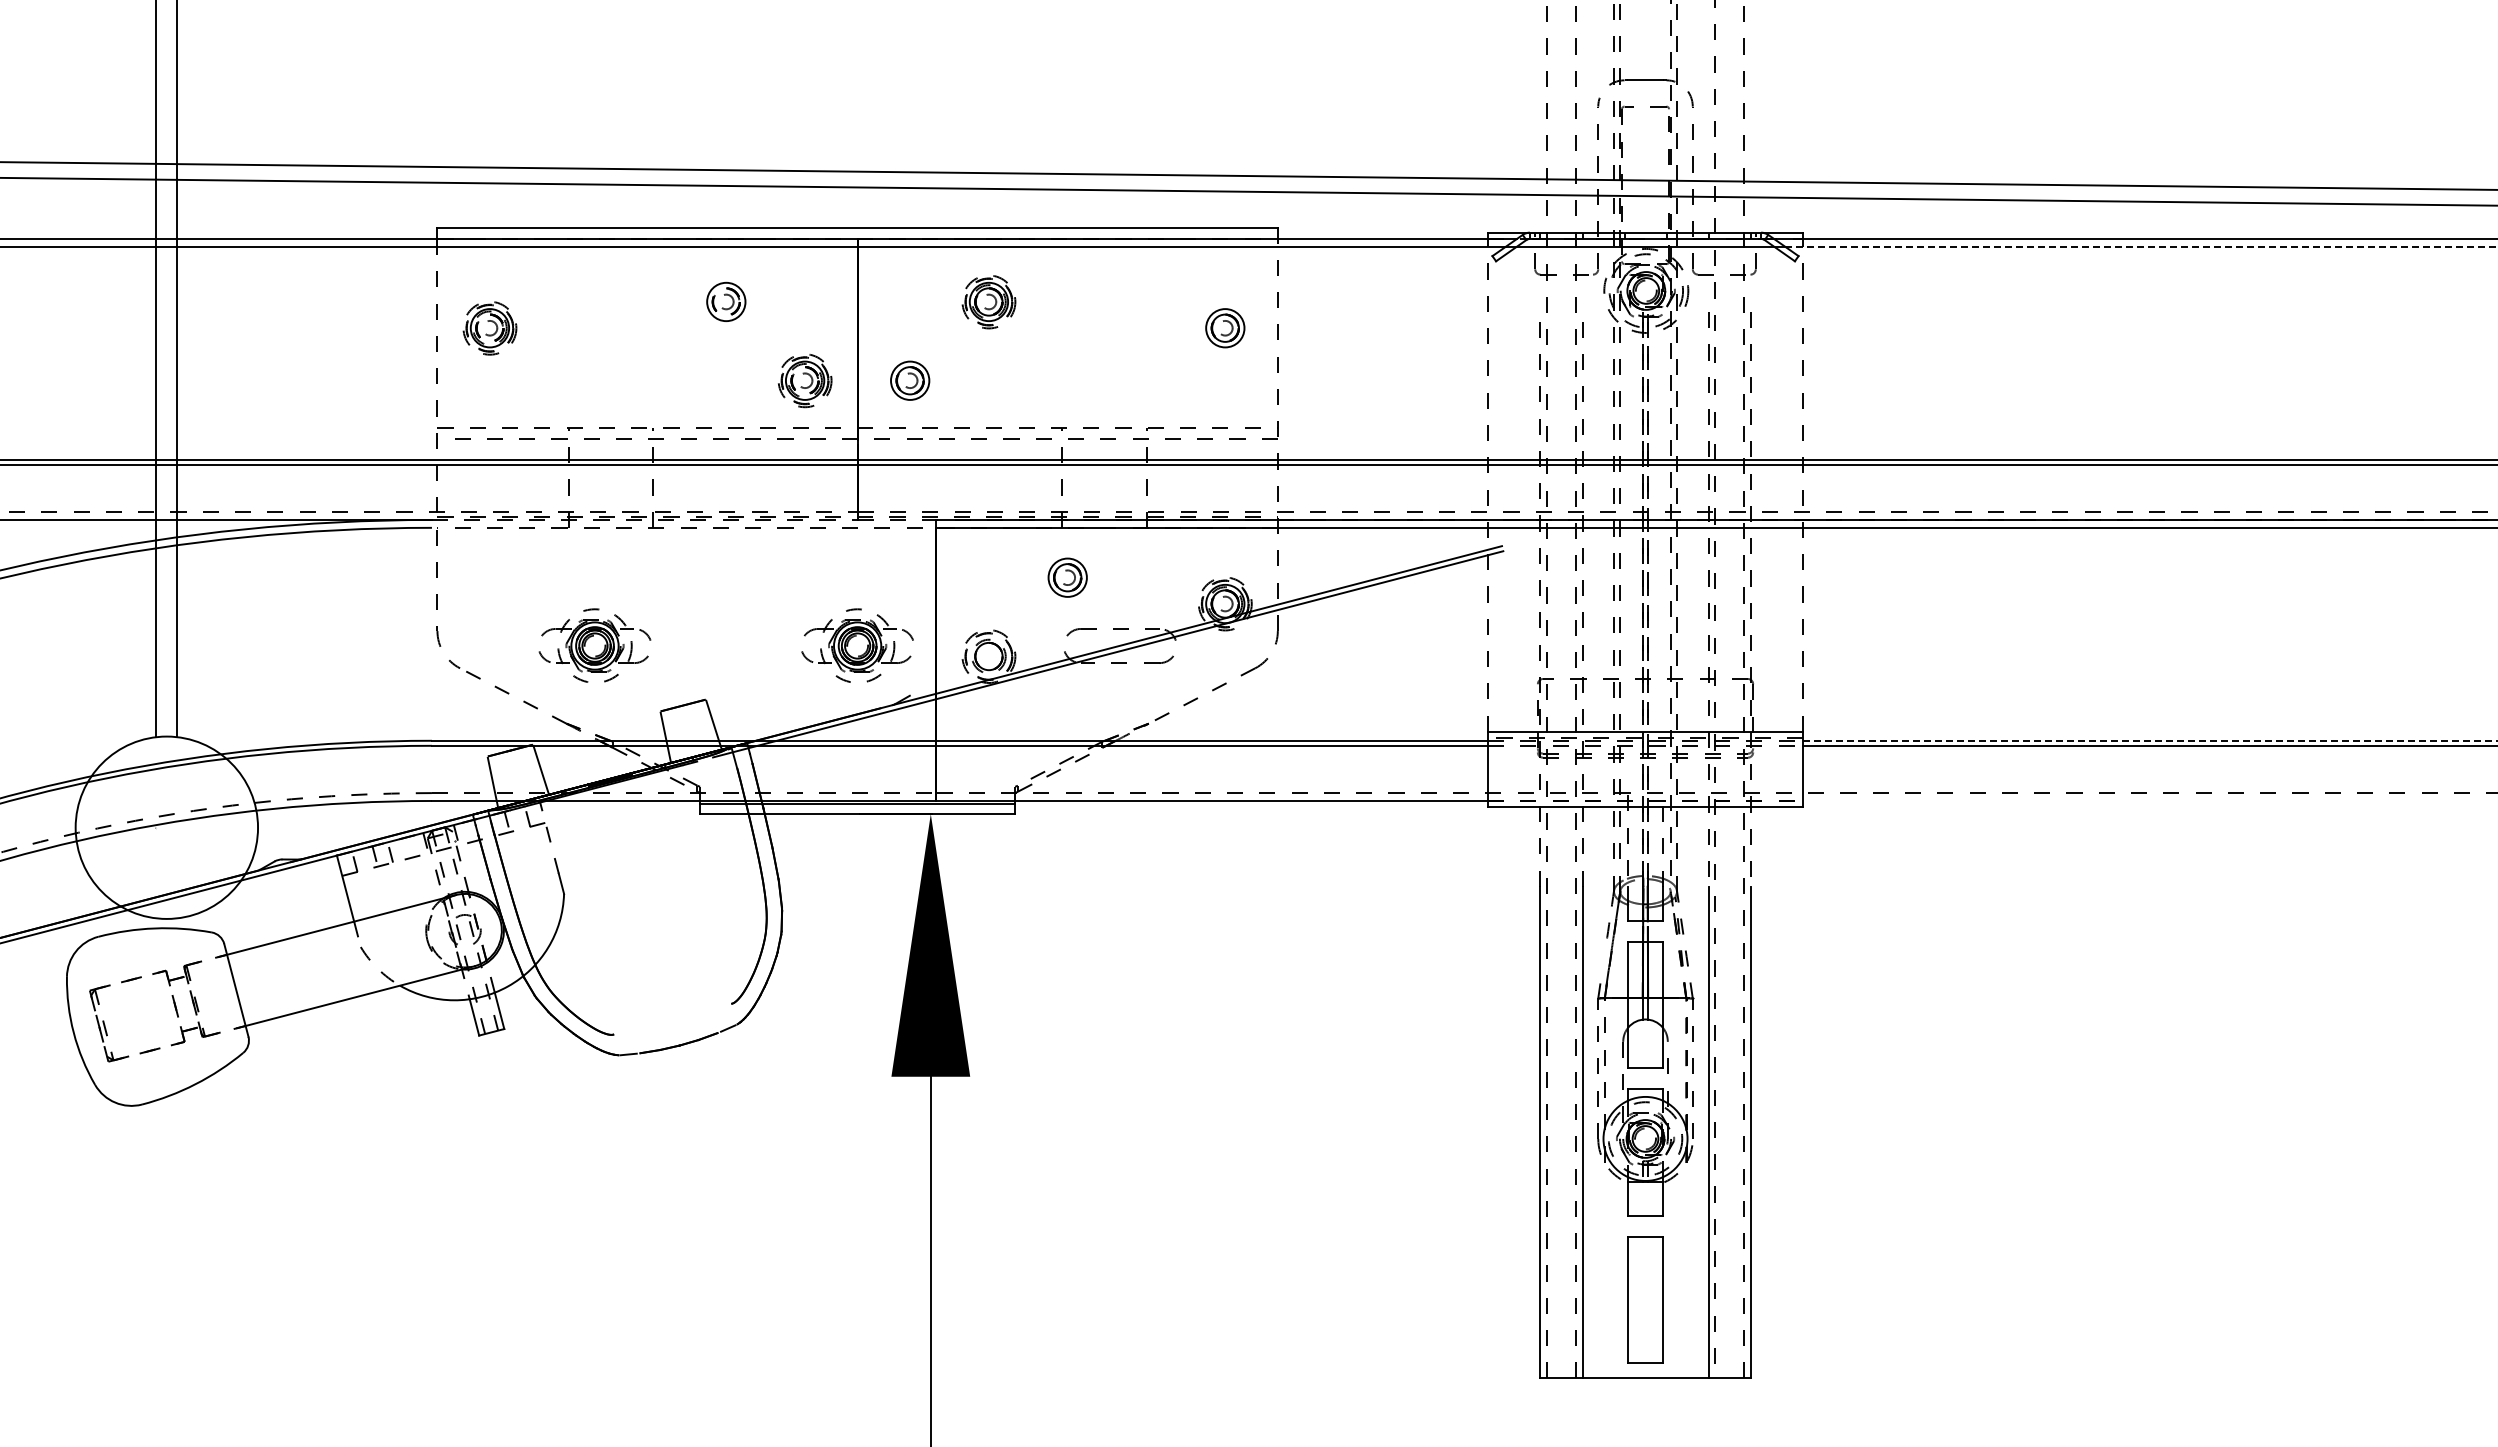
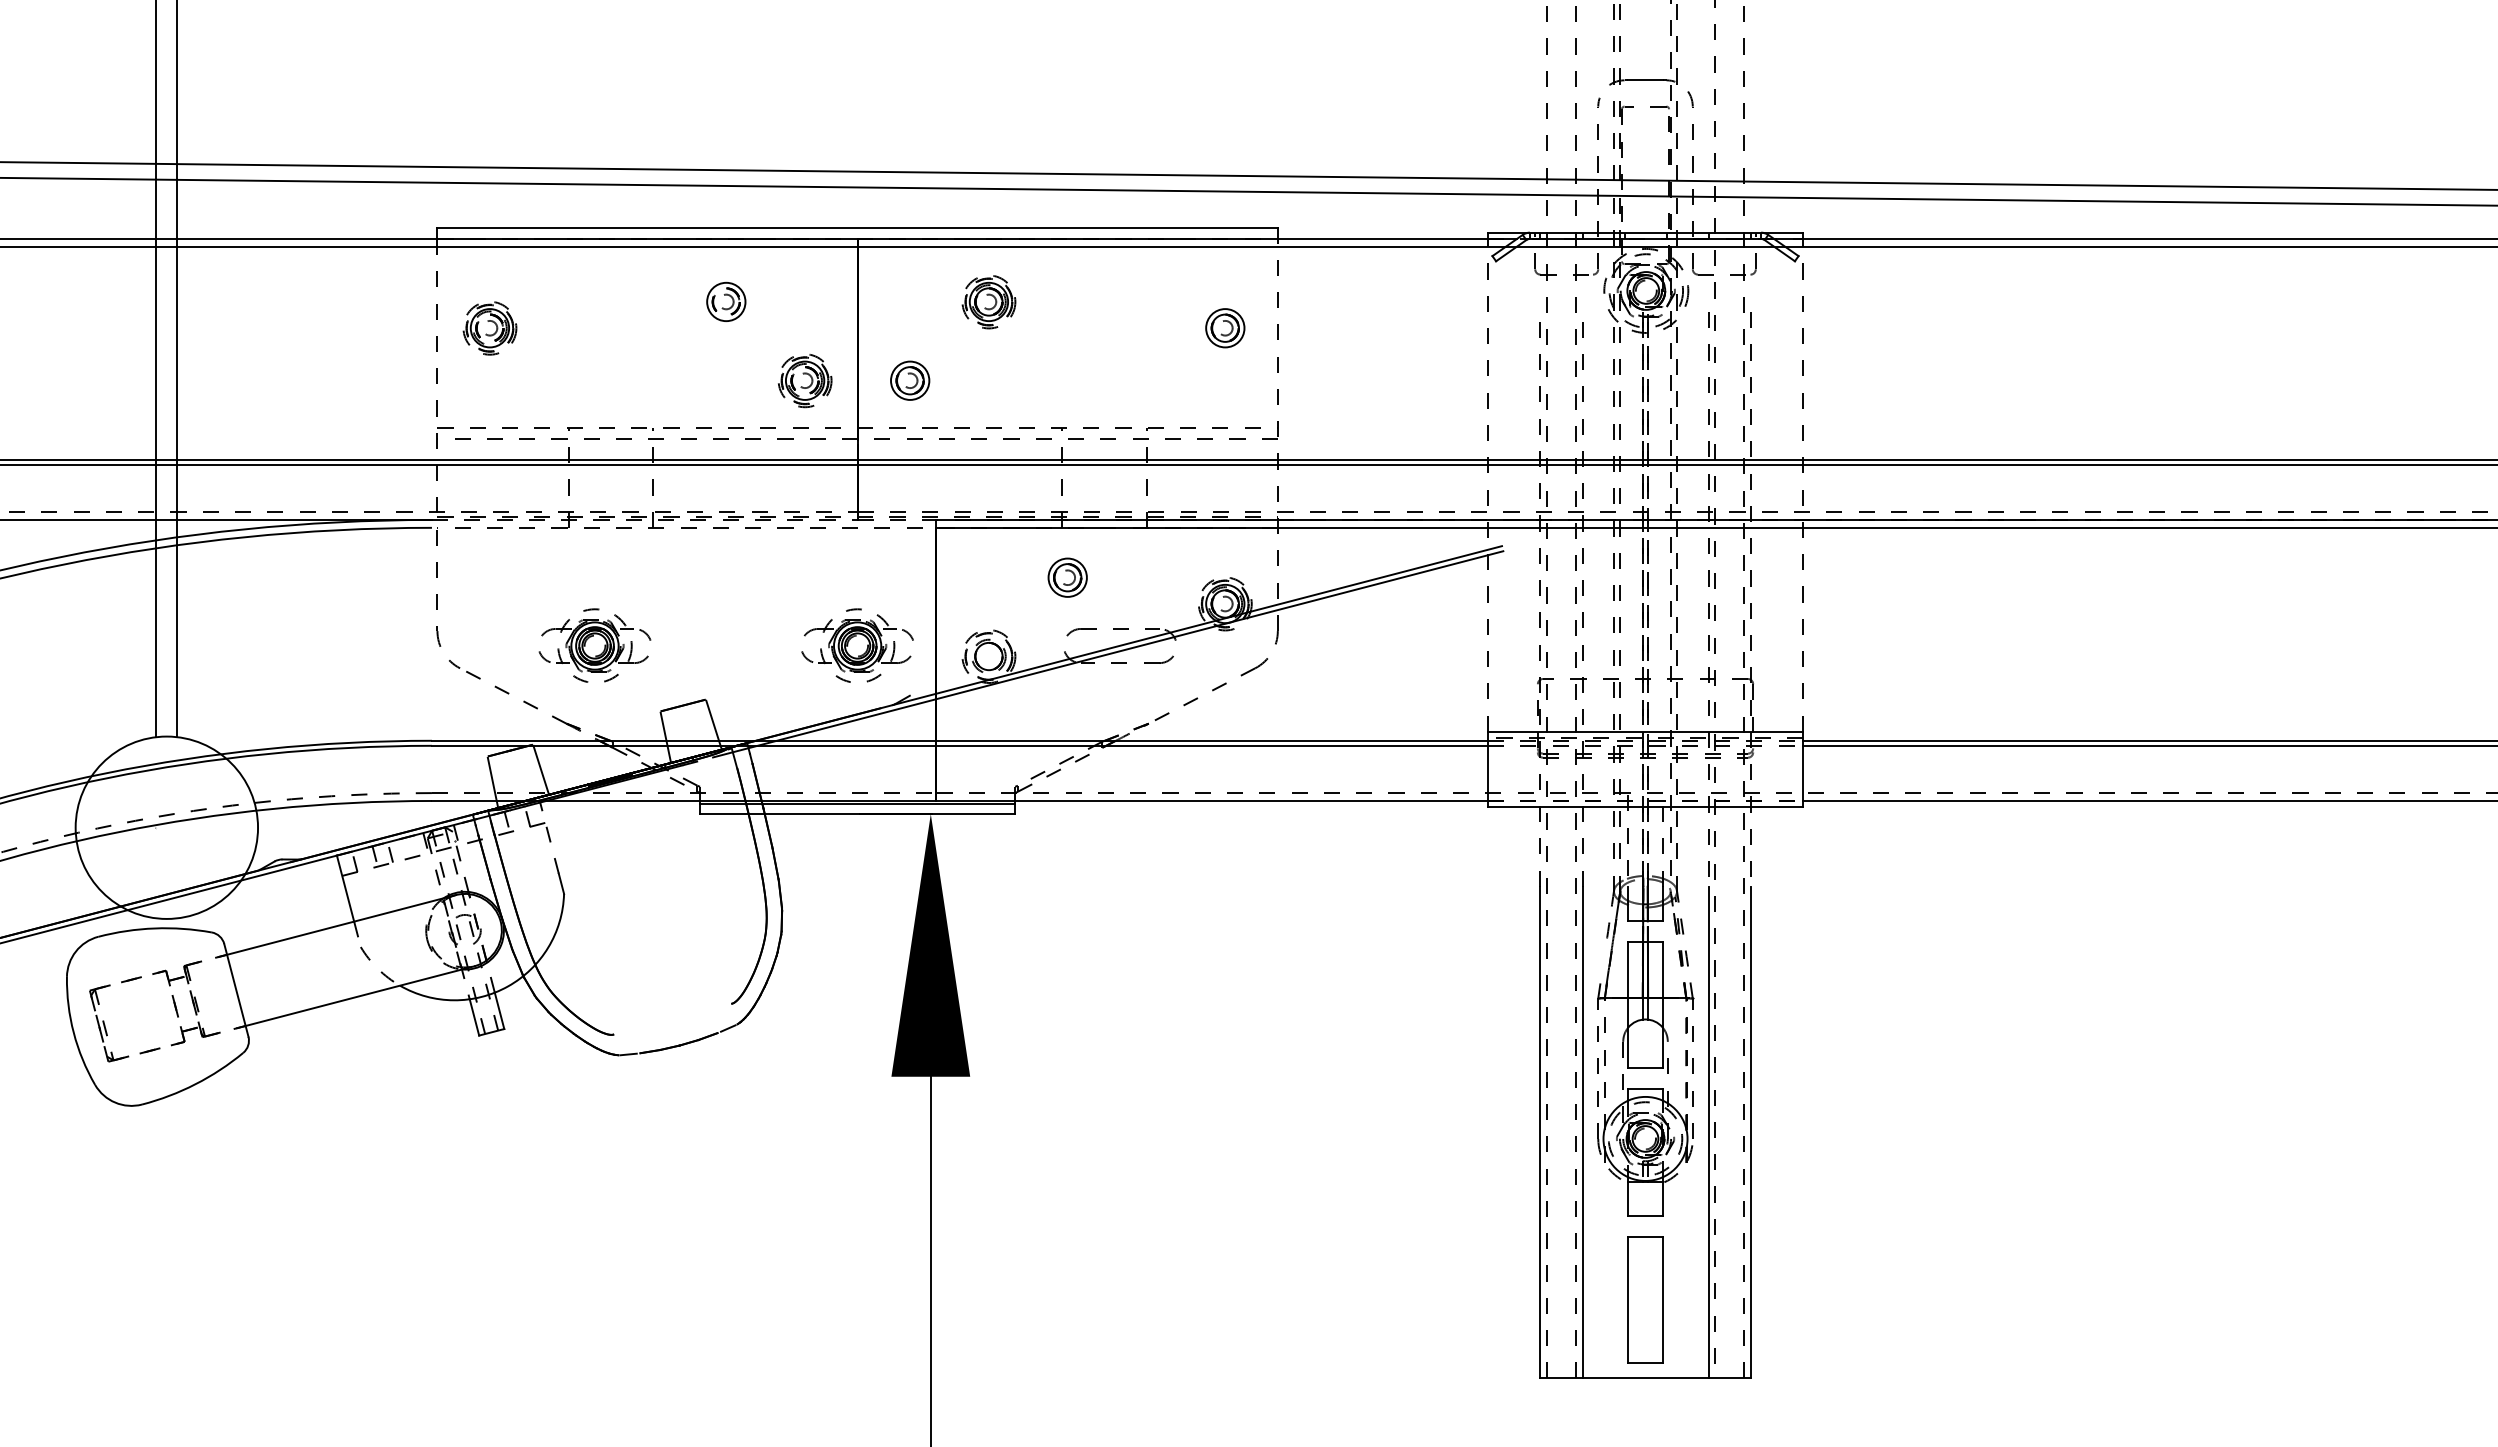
line at (2142, 246): dashed -> solid
line at (2150, 741): dashed -> solid
line at (2148, 800): none -> present
